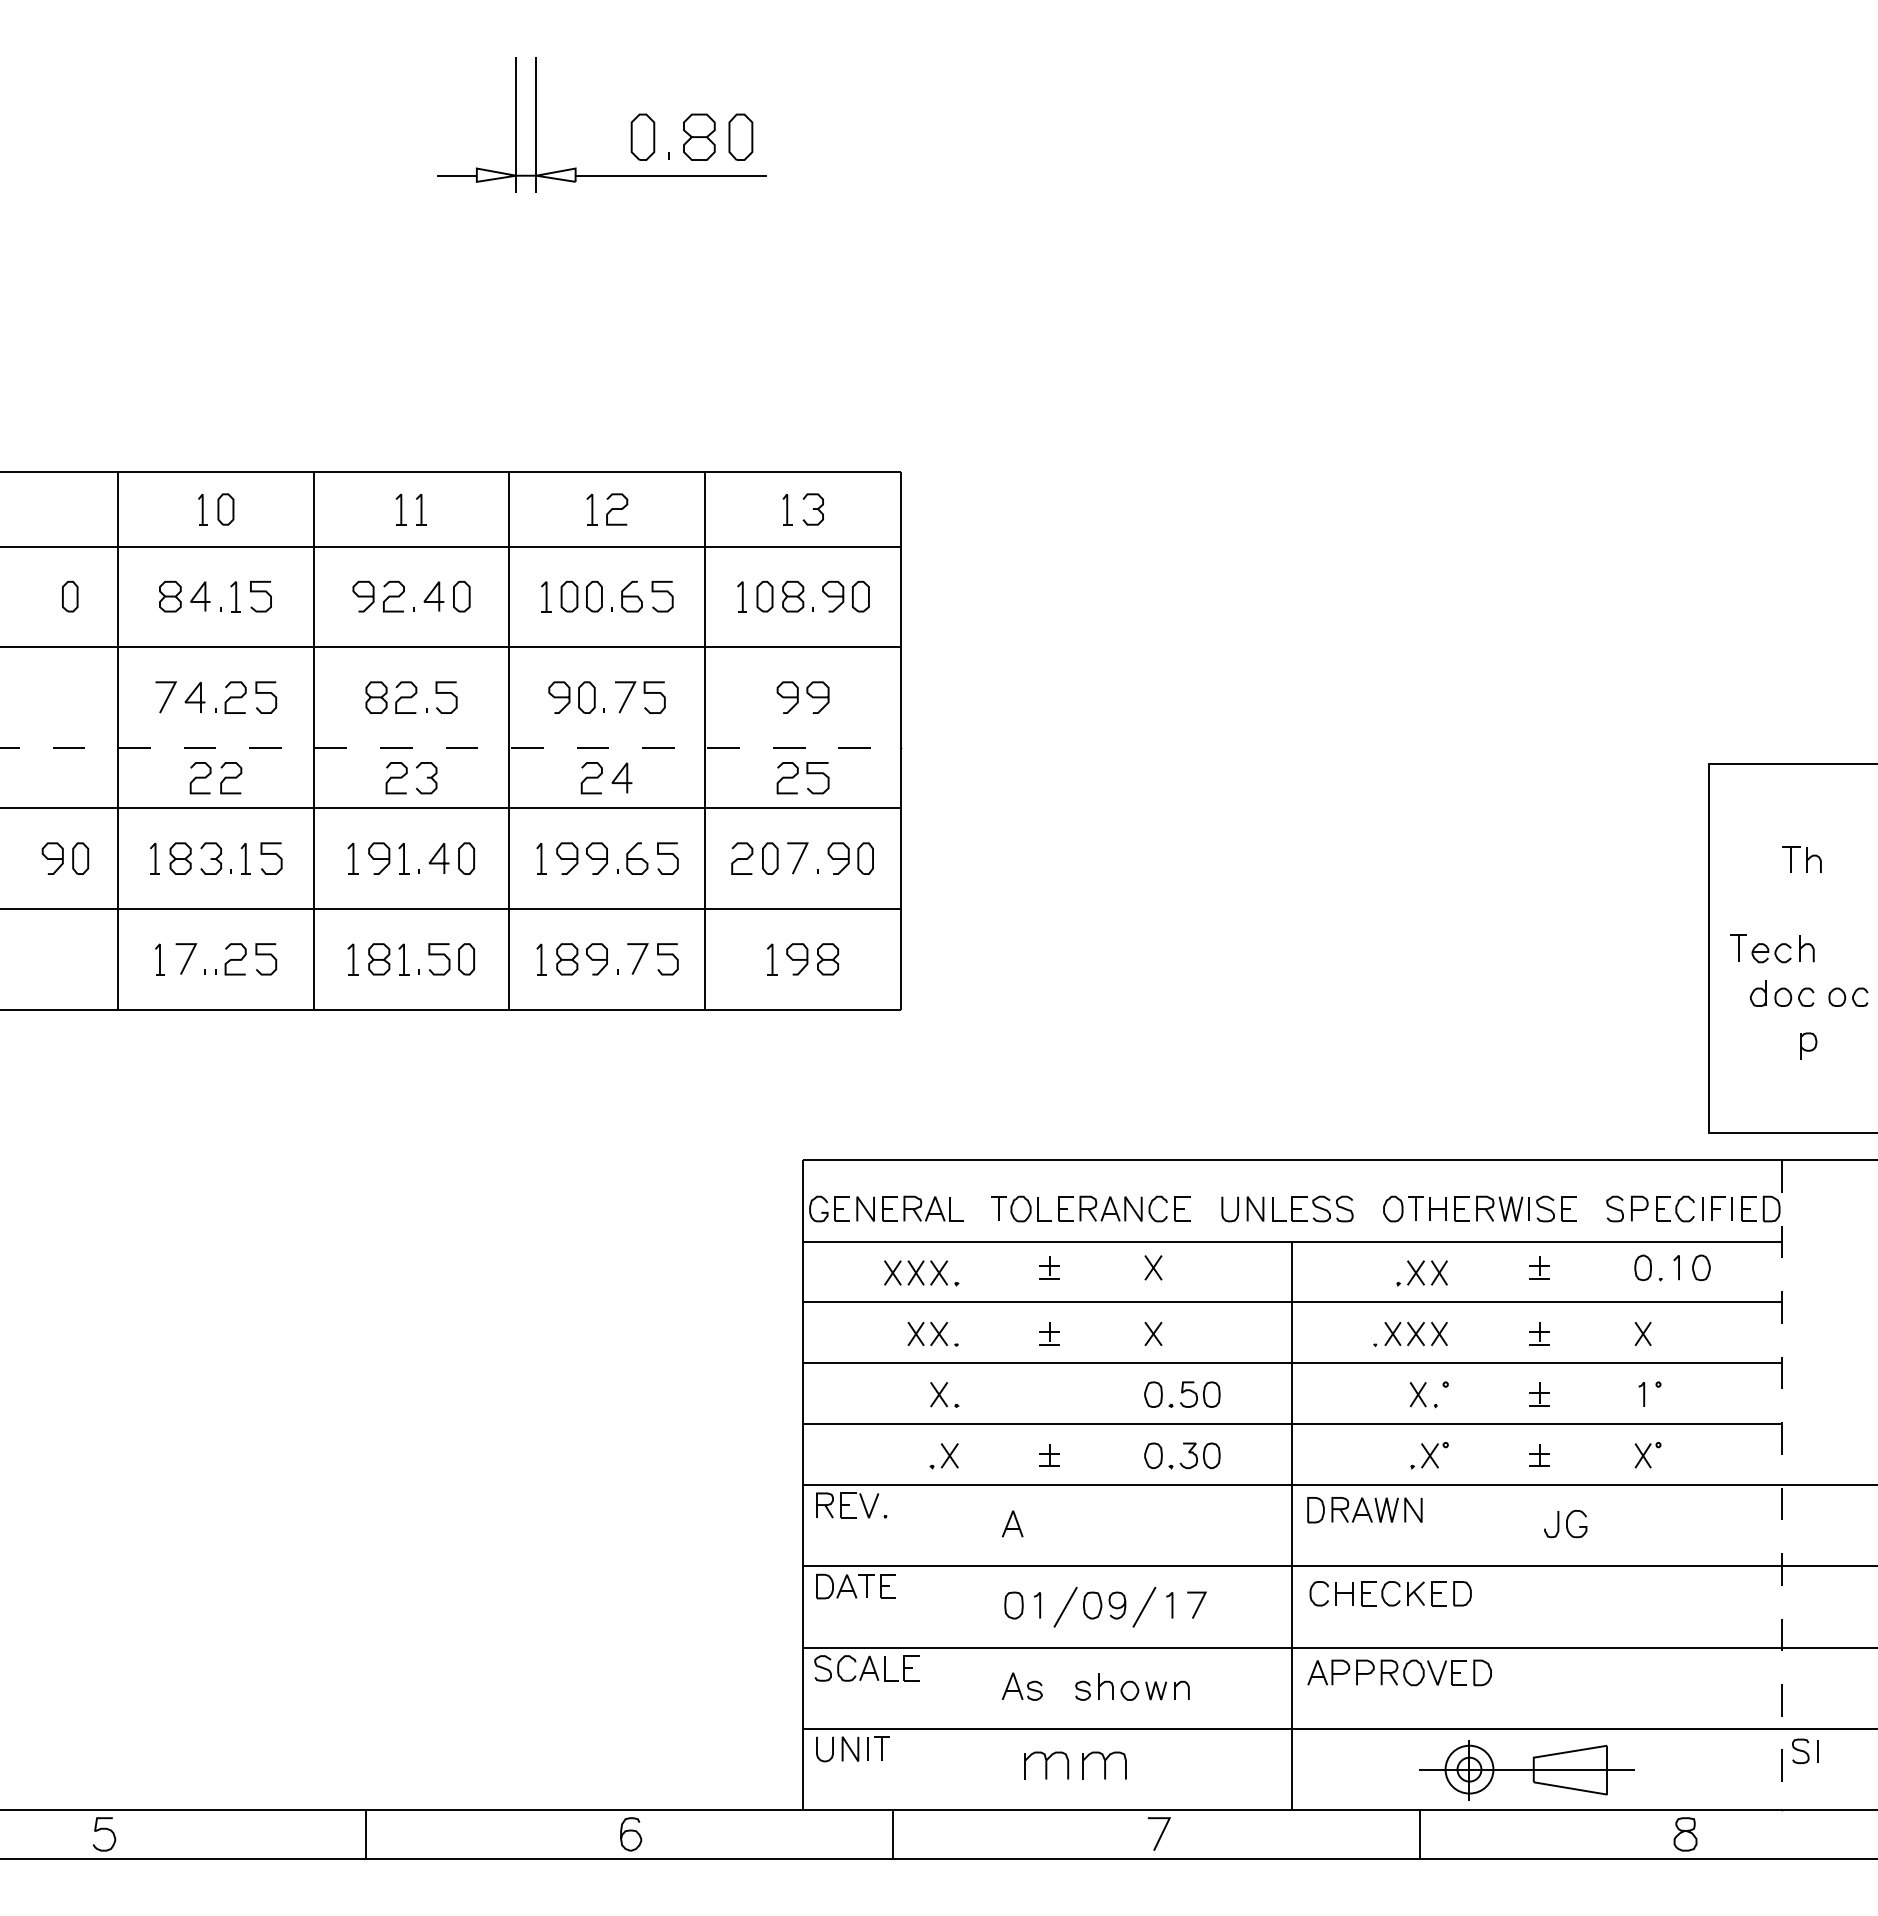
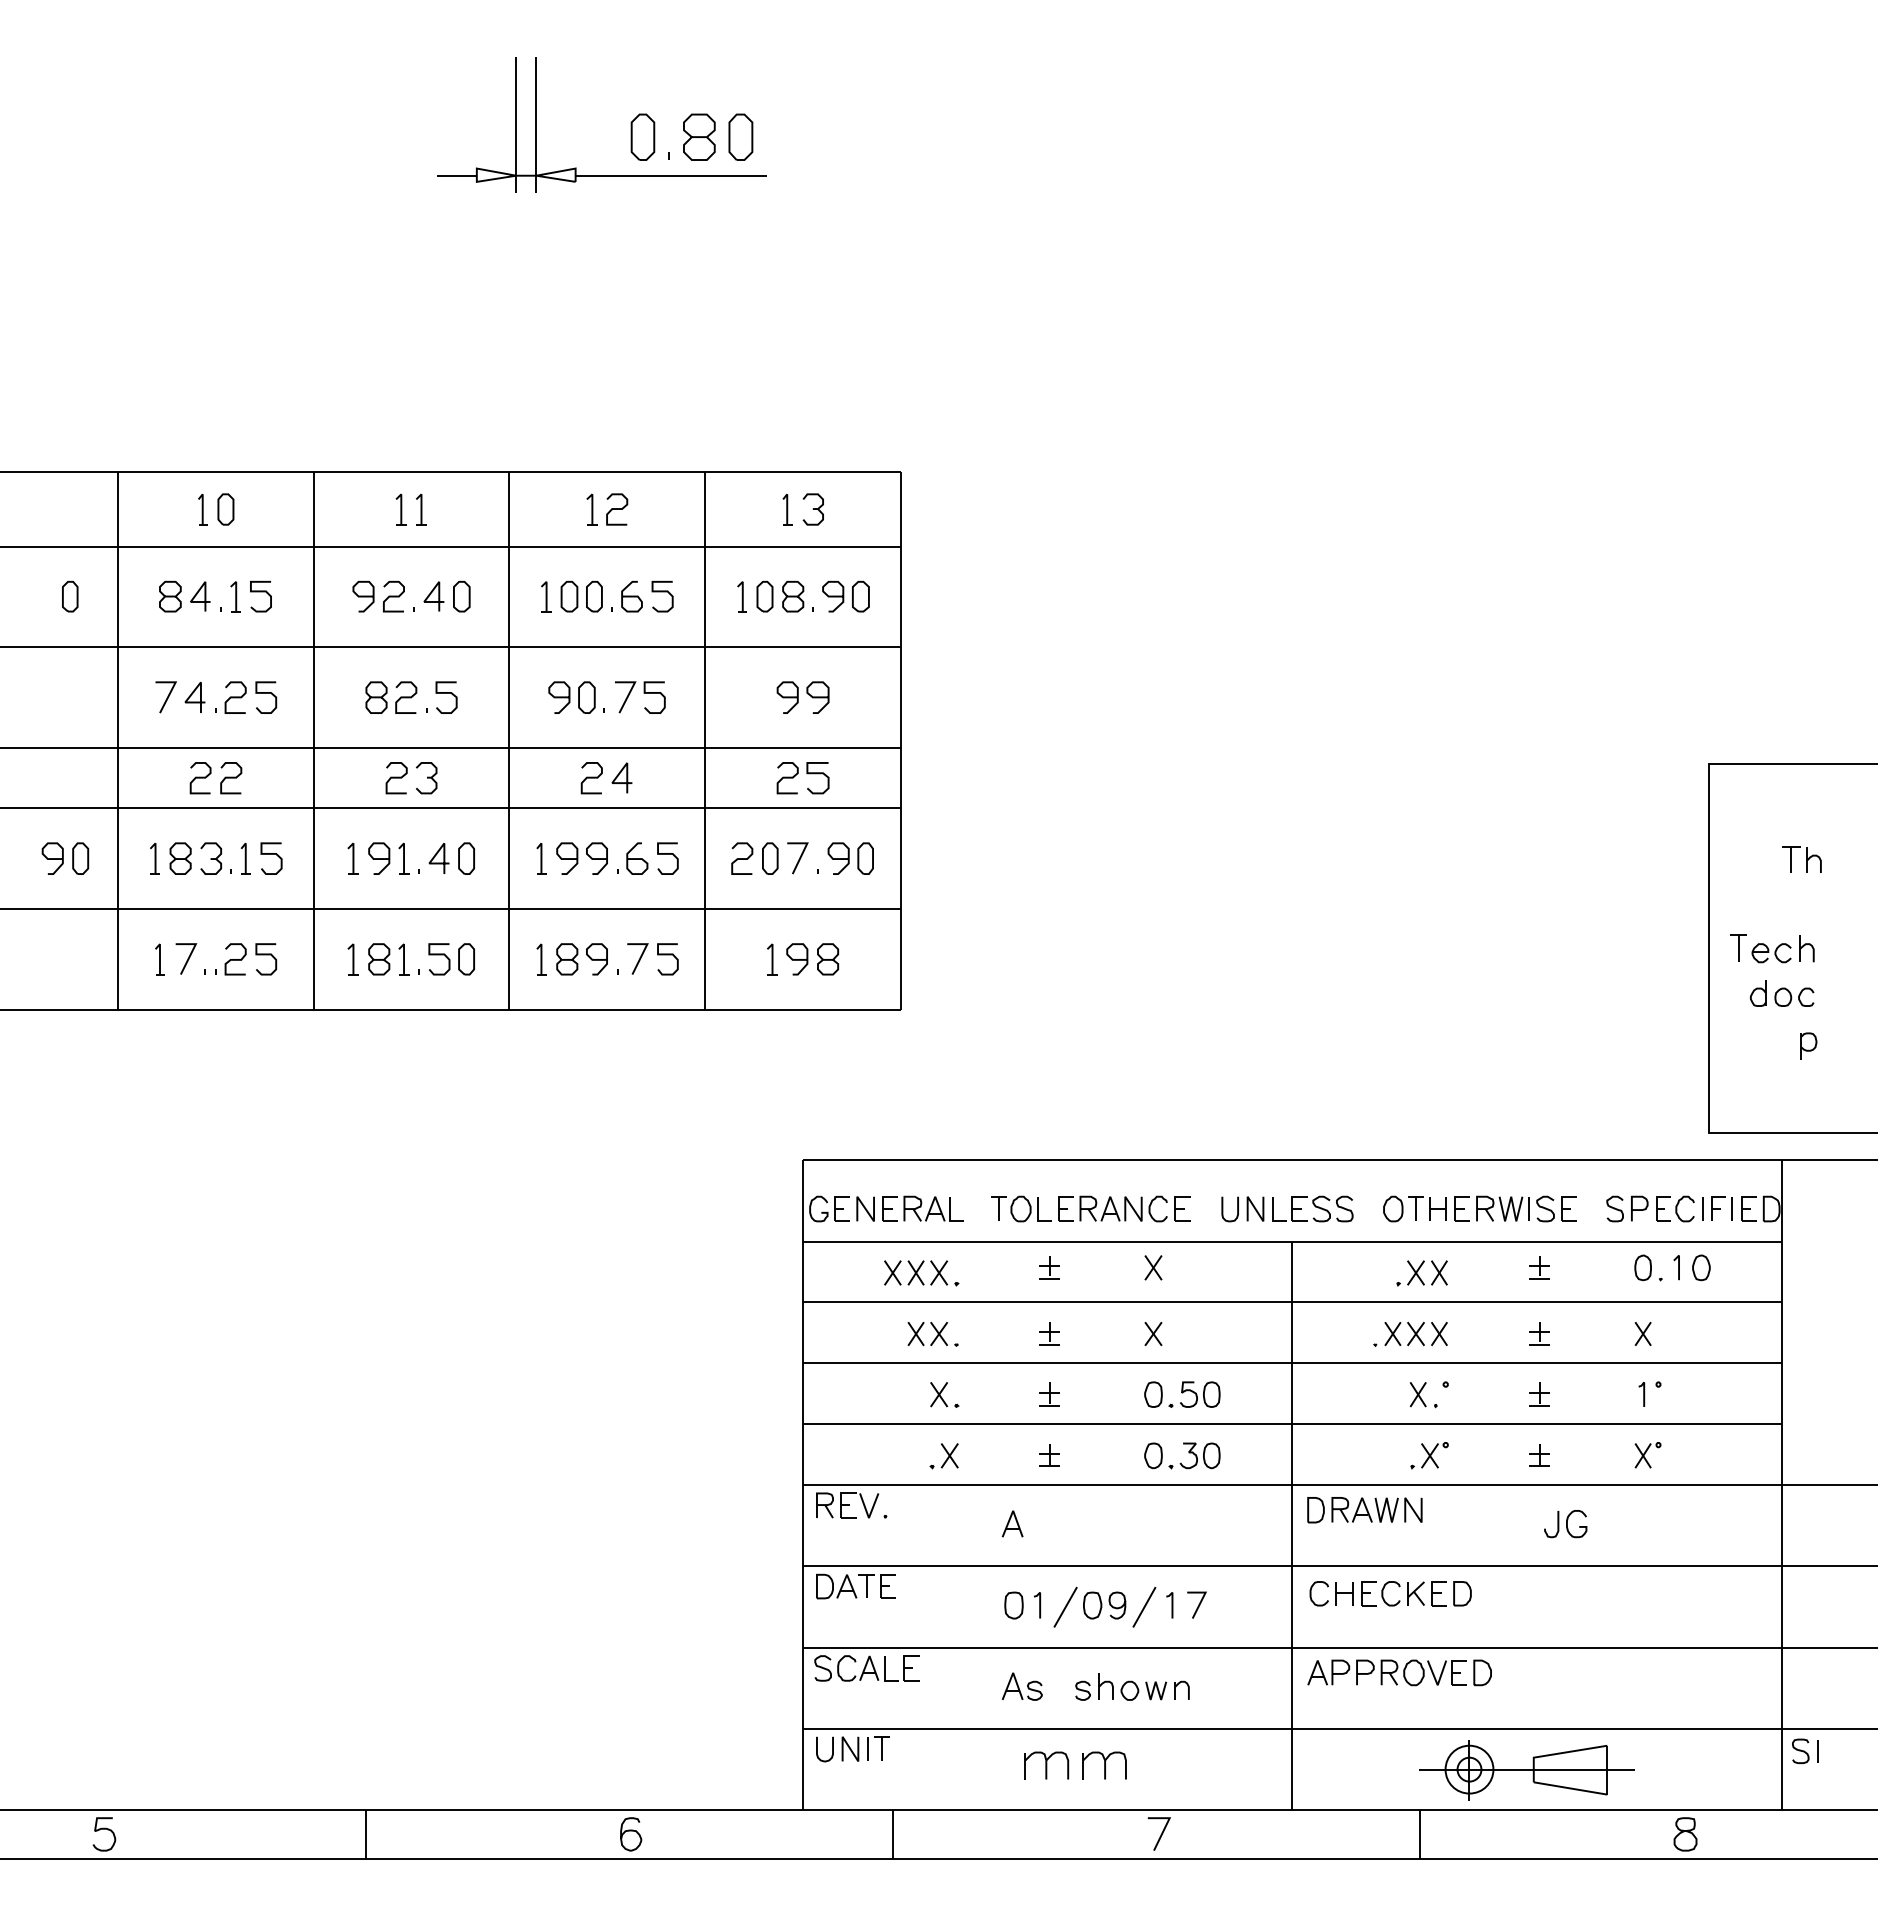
line at (451, 747): dashed -> solid
part at (1848, 996): present -> none
part at (1049, 1394): none -> present
line at (1782, 1485): dashed -> solid
